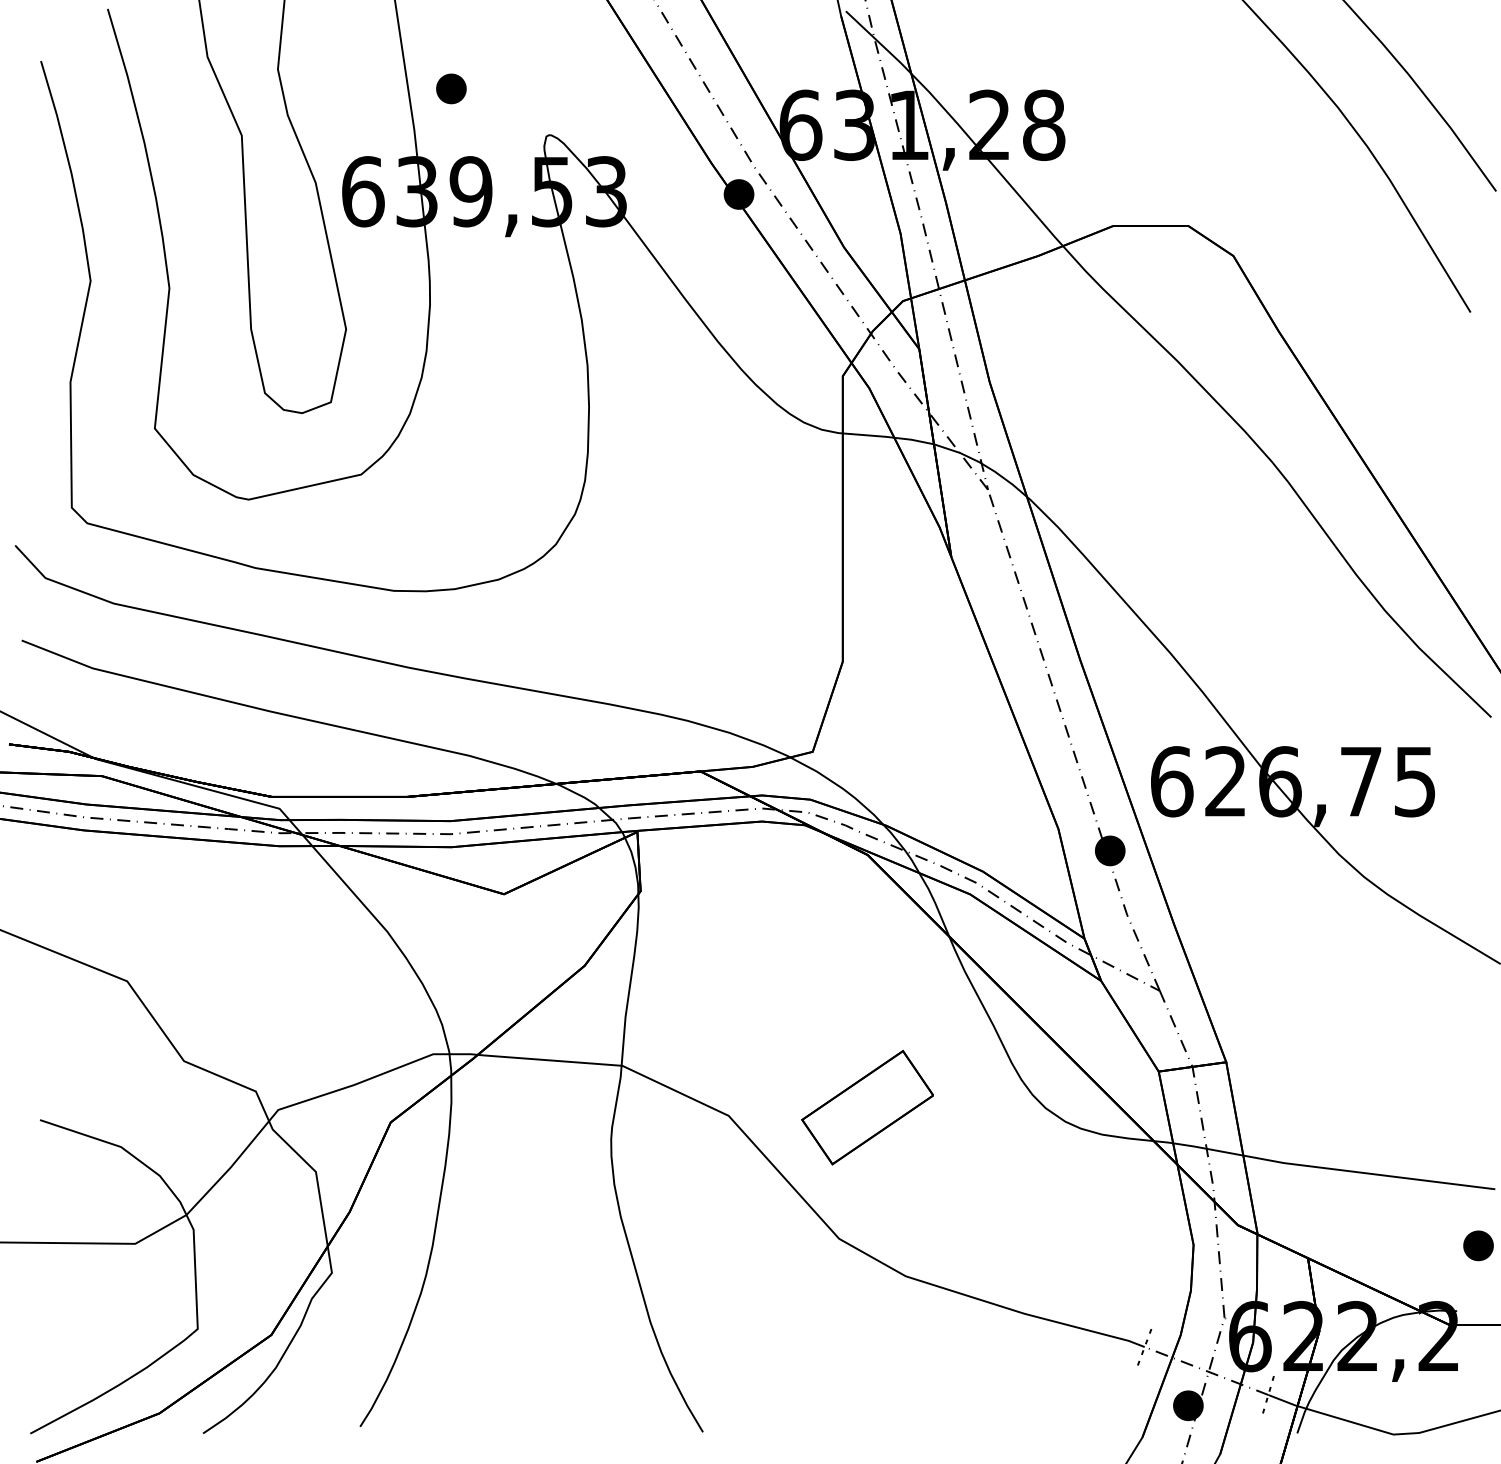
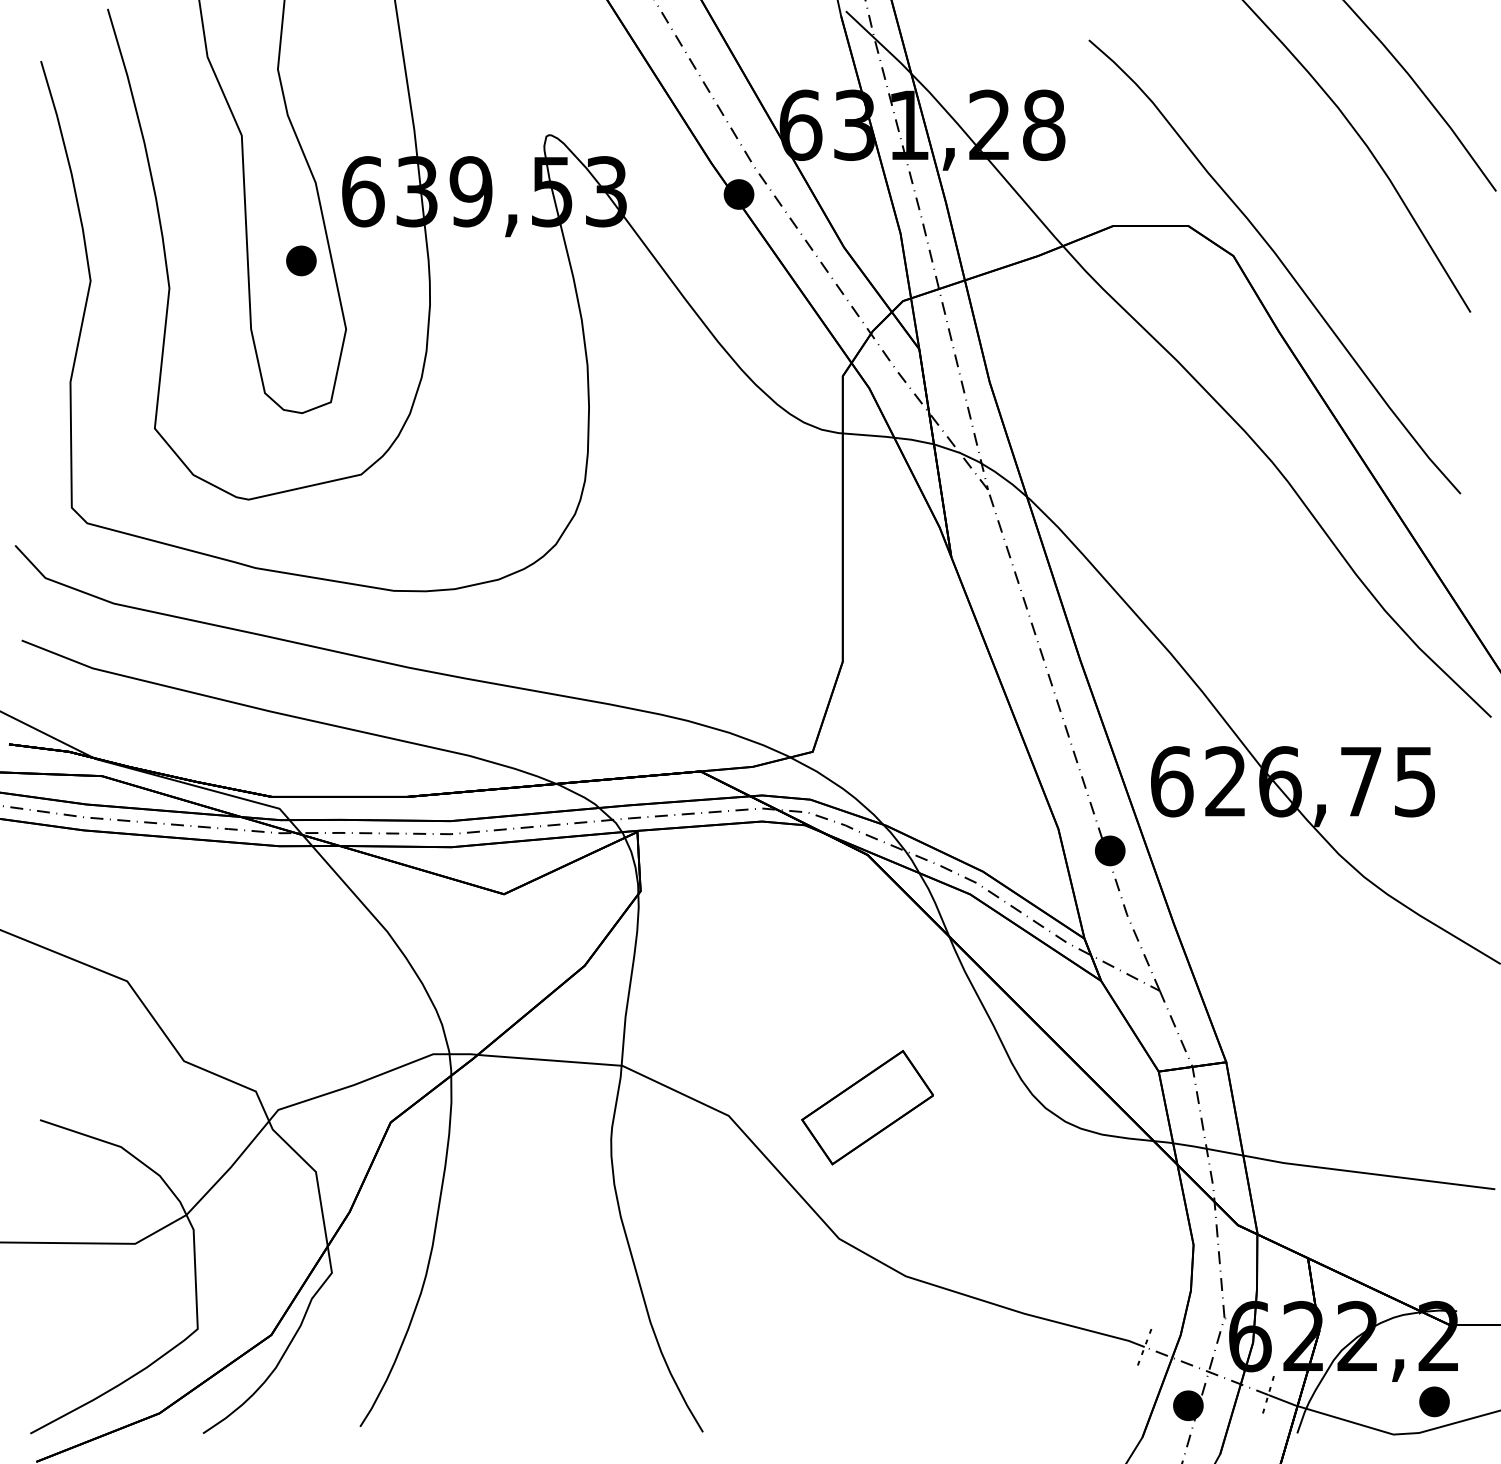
part at (451, 88) position: (451, 88) -> (301, 260)
curve at (1280, 262): none -> present
part at (1478, 1245) position: (1478, 1245) -> (1434, 1401)
